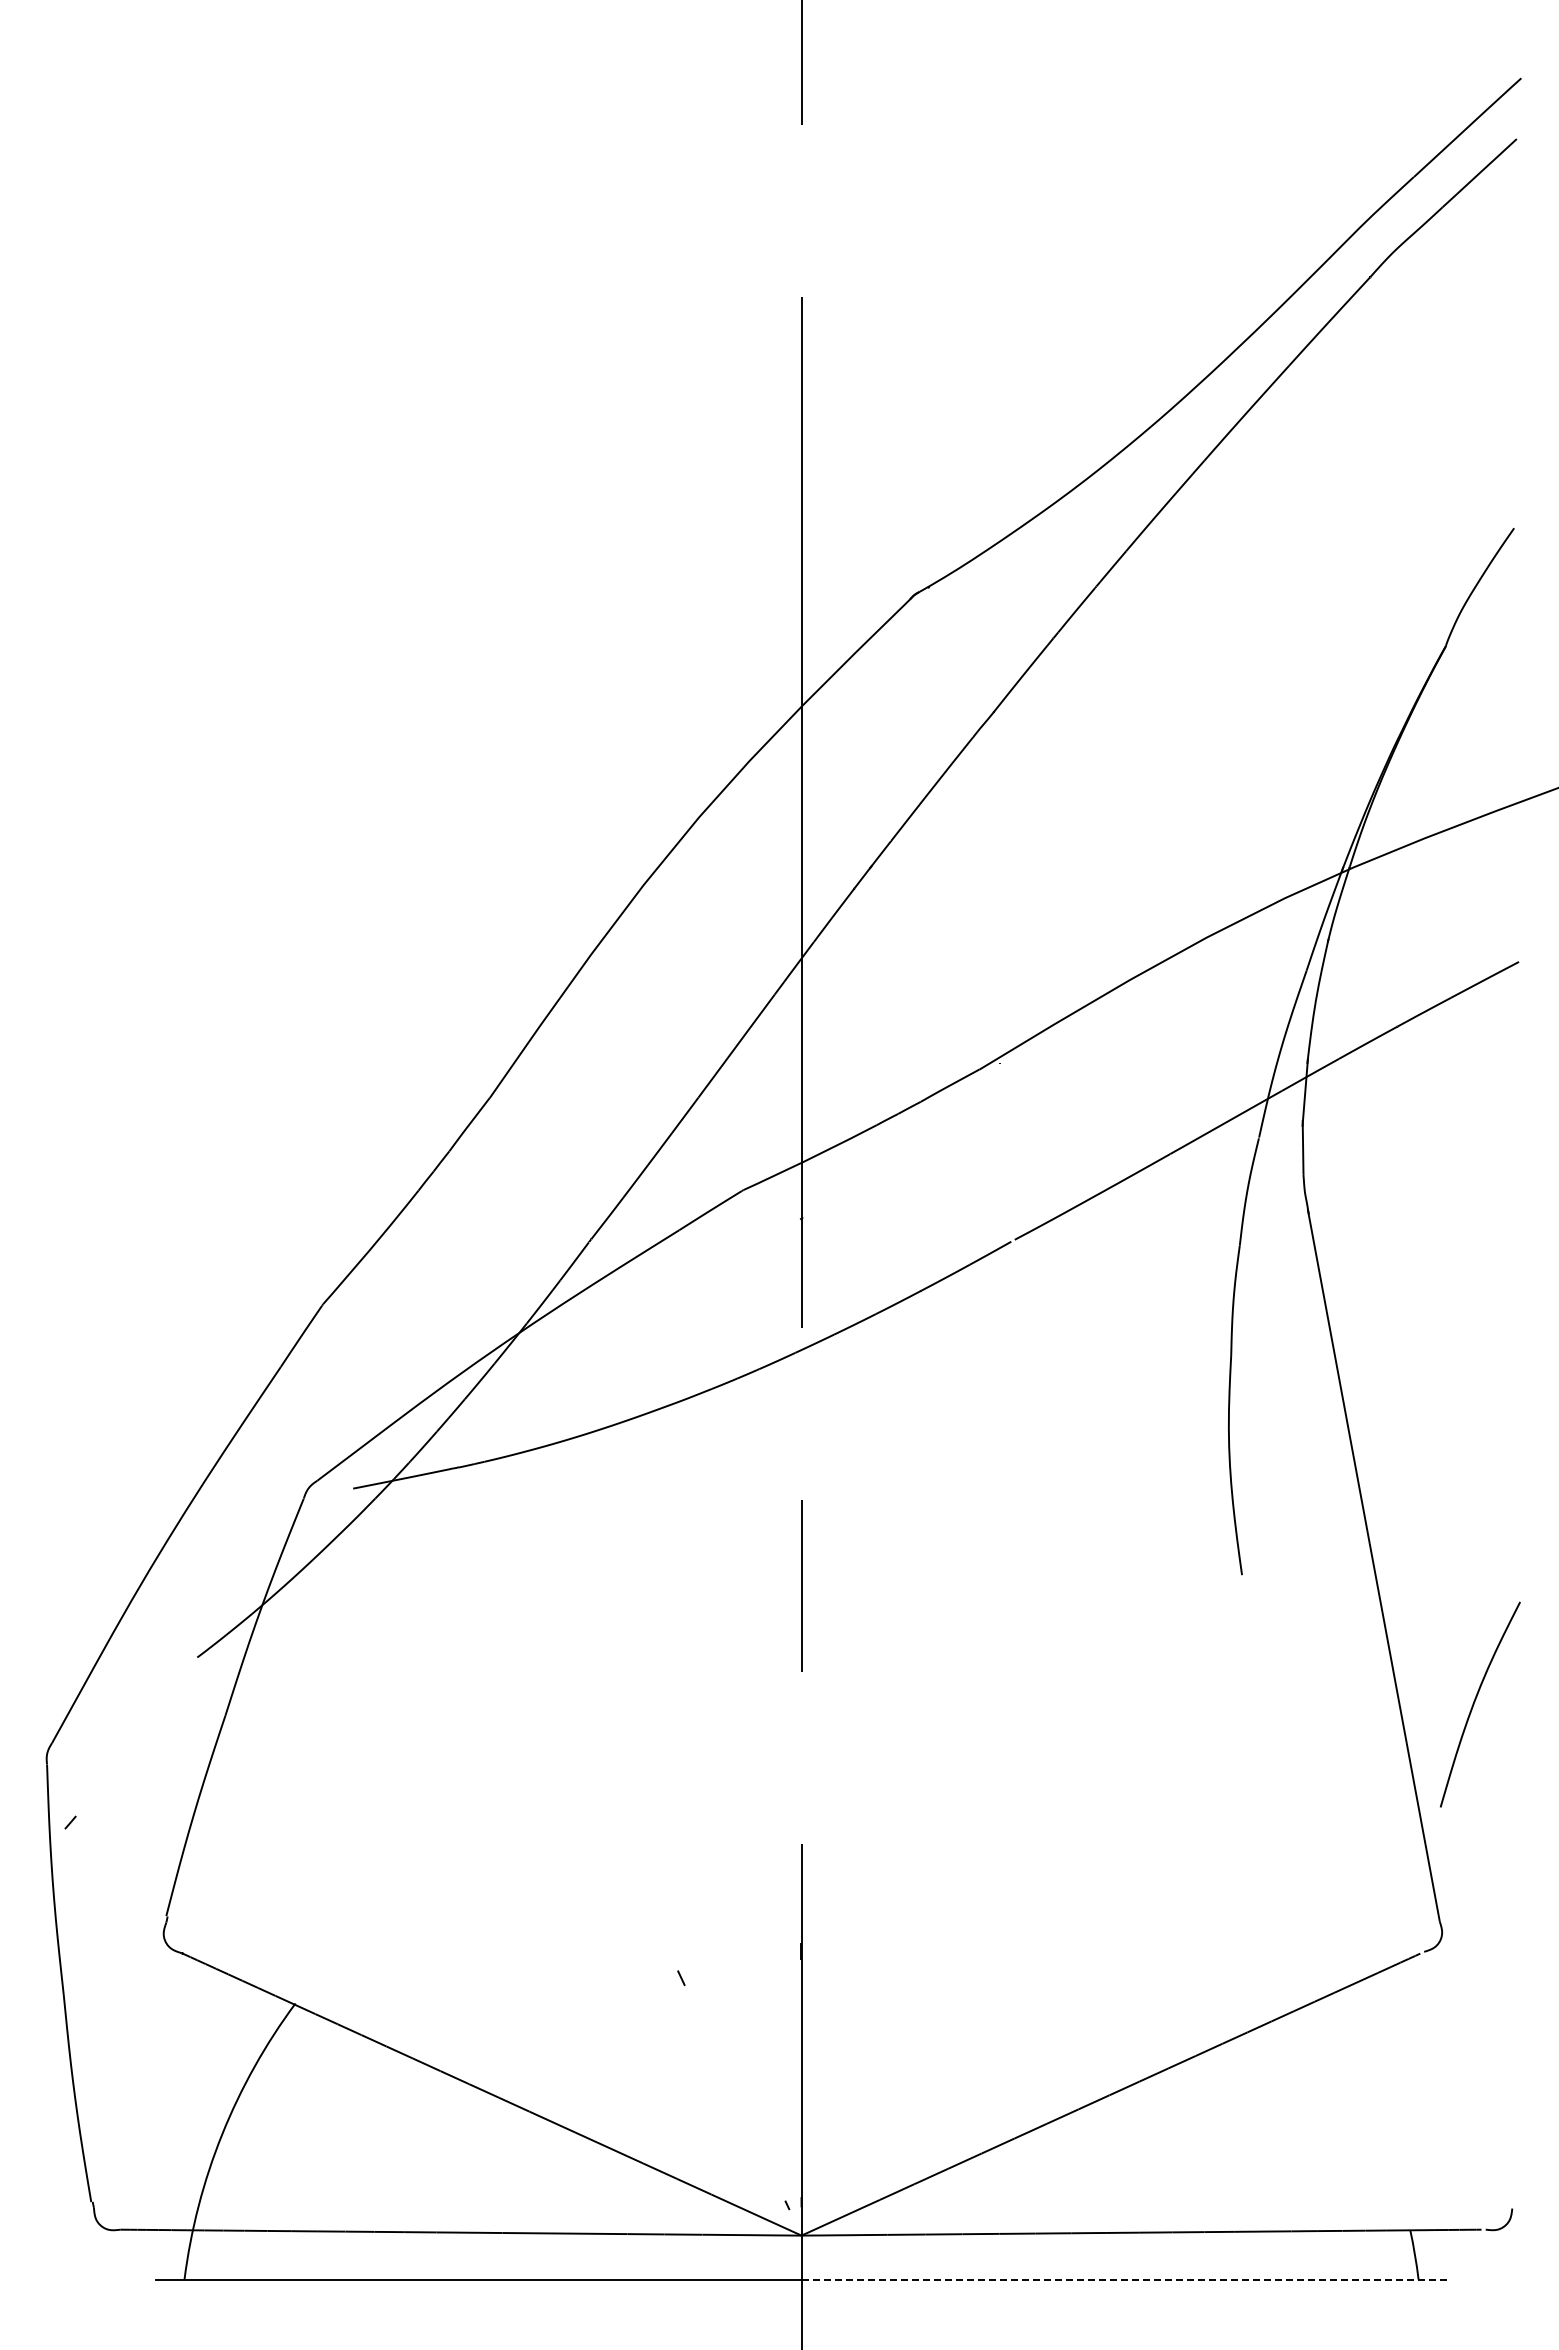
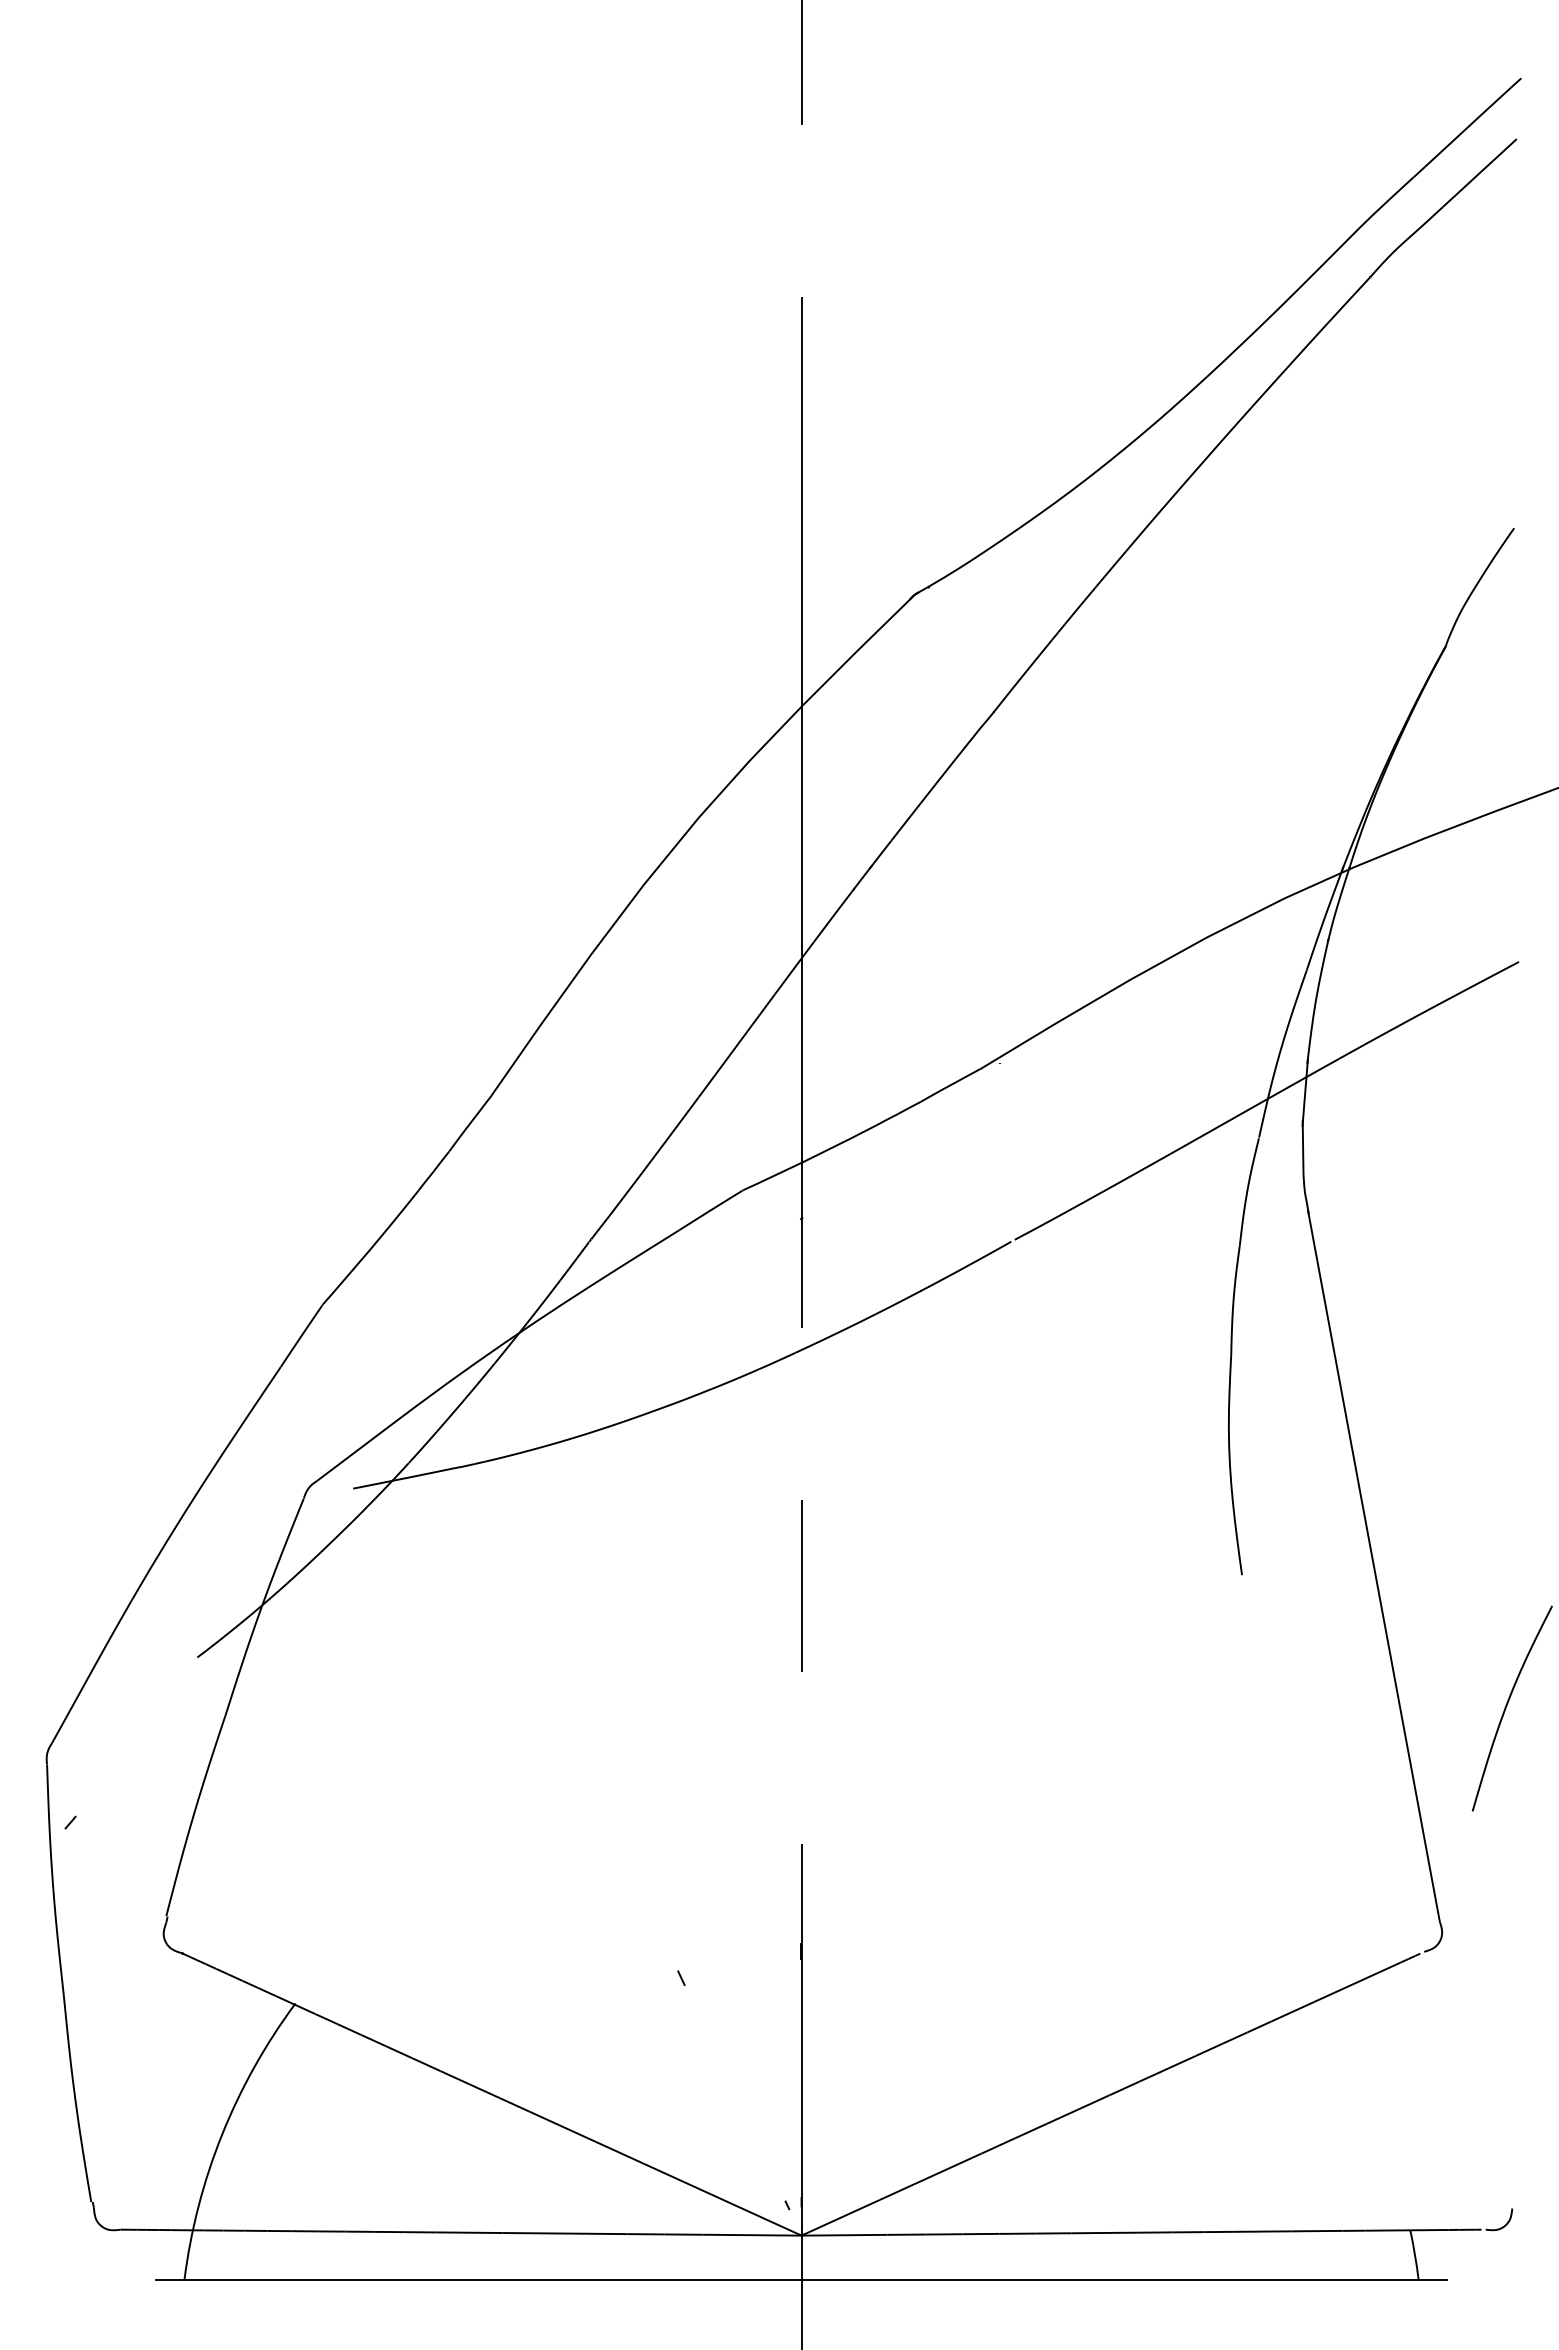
curve at (1475, 1702) position: (1475, 1702) -> (1507, 1706)
line at (1124, 2279): dashed -> solid
